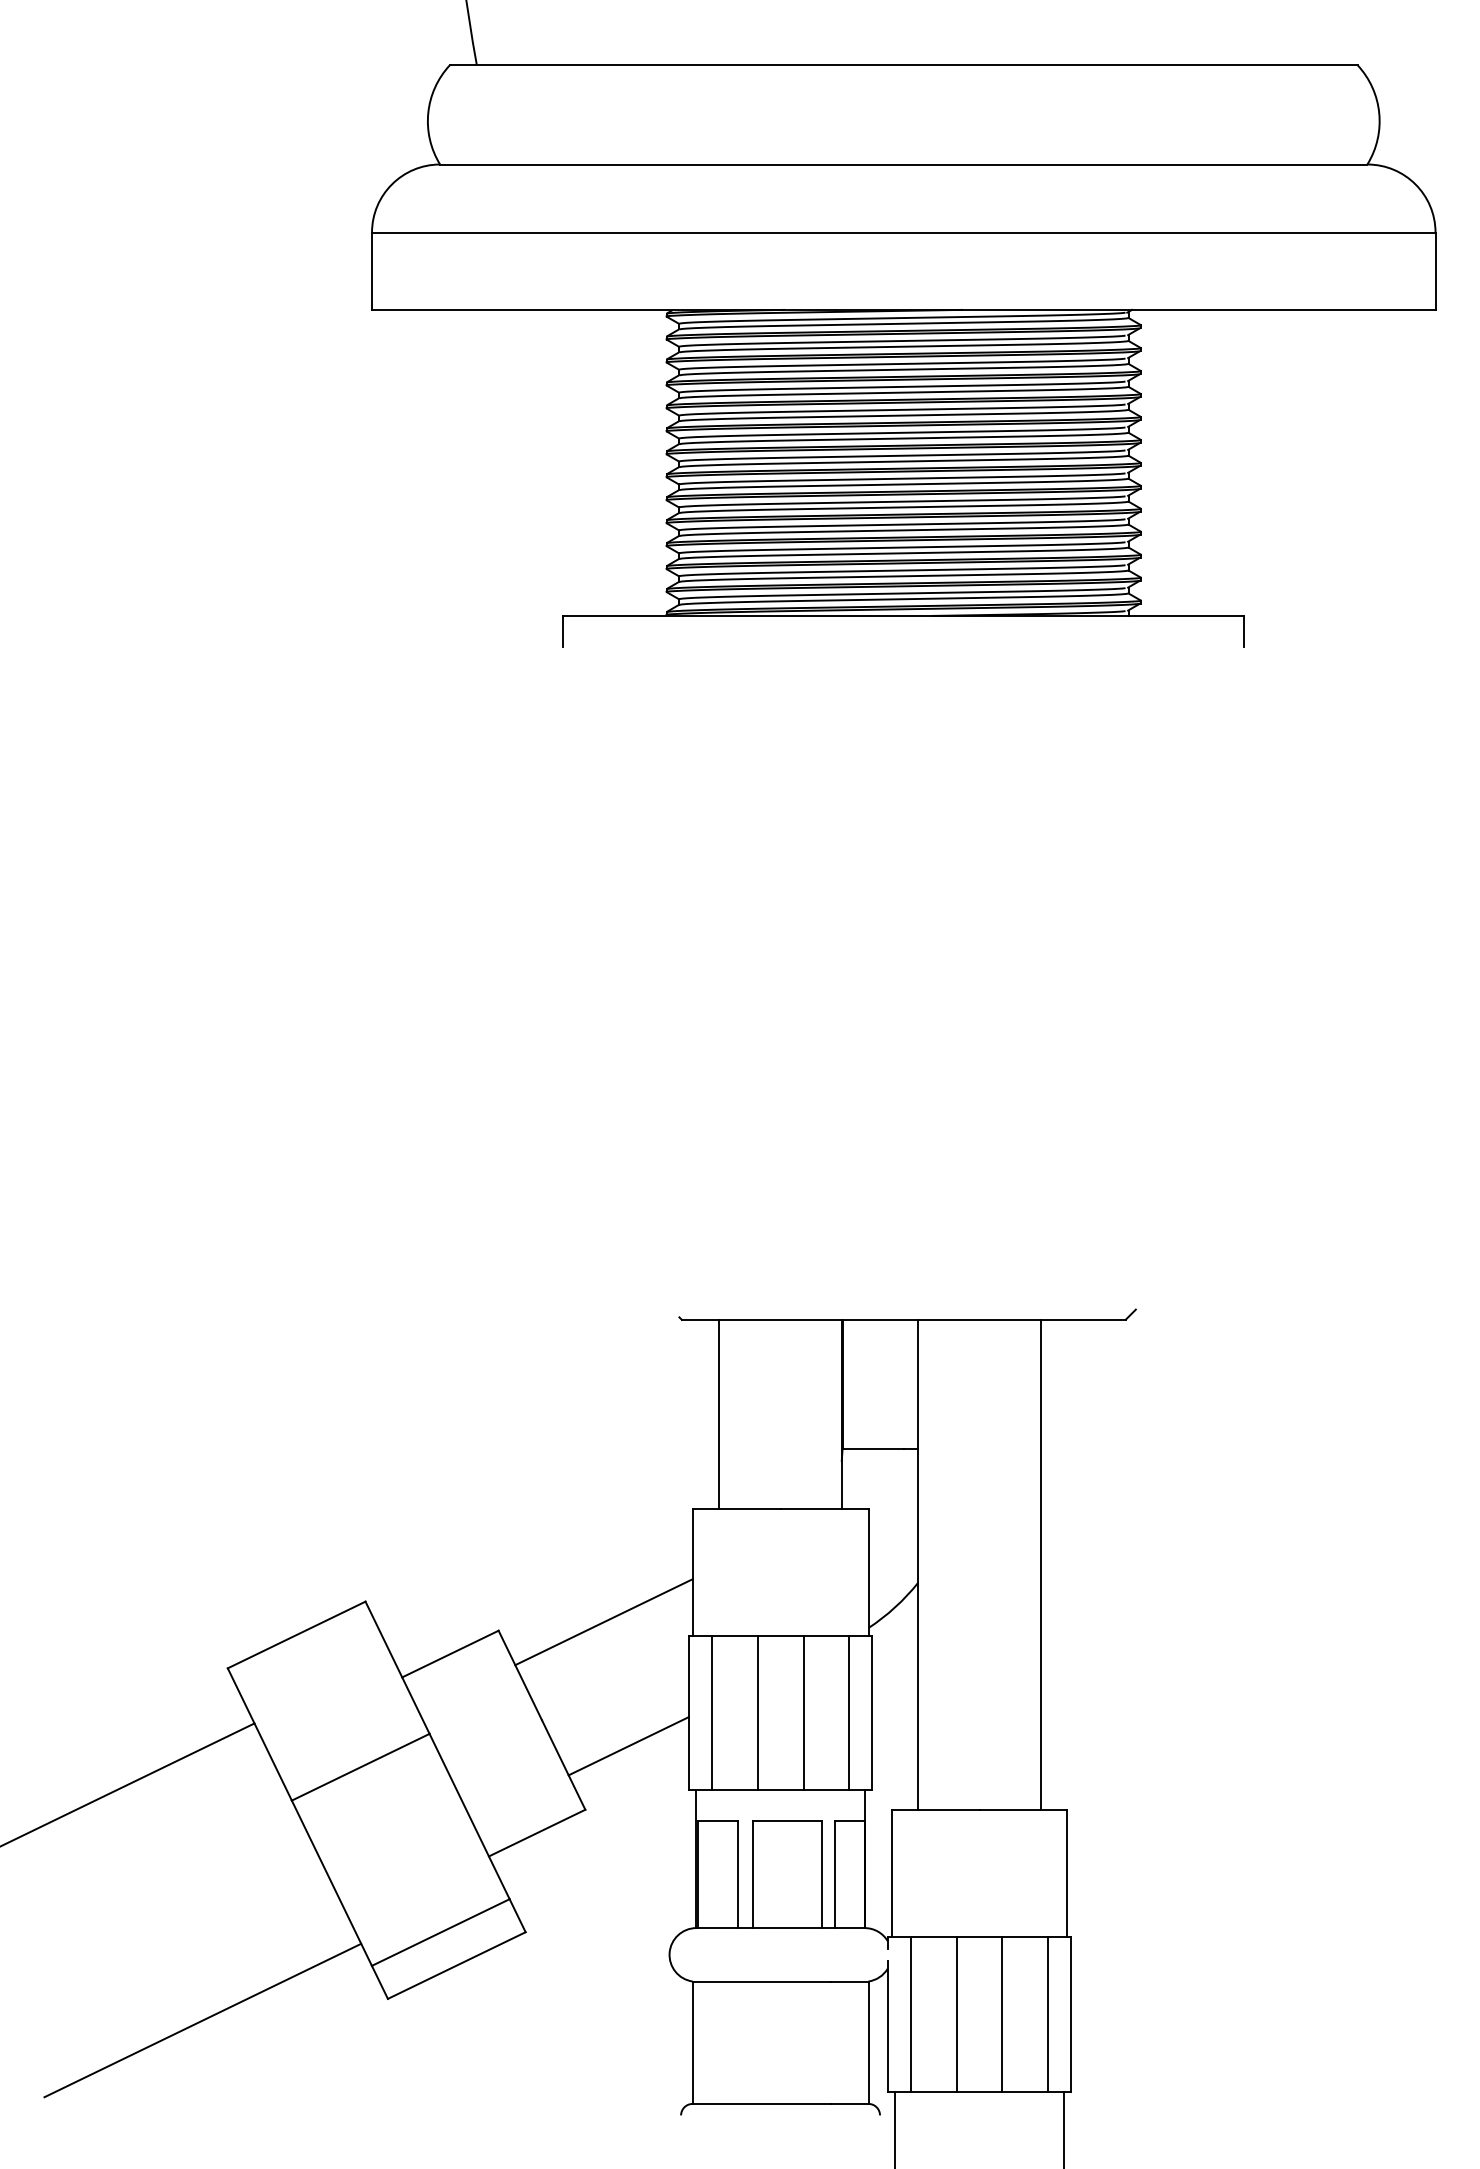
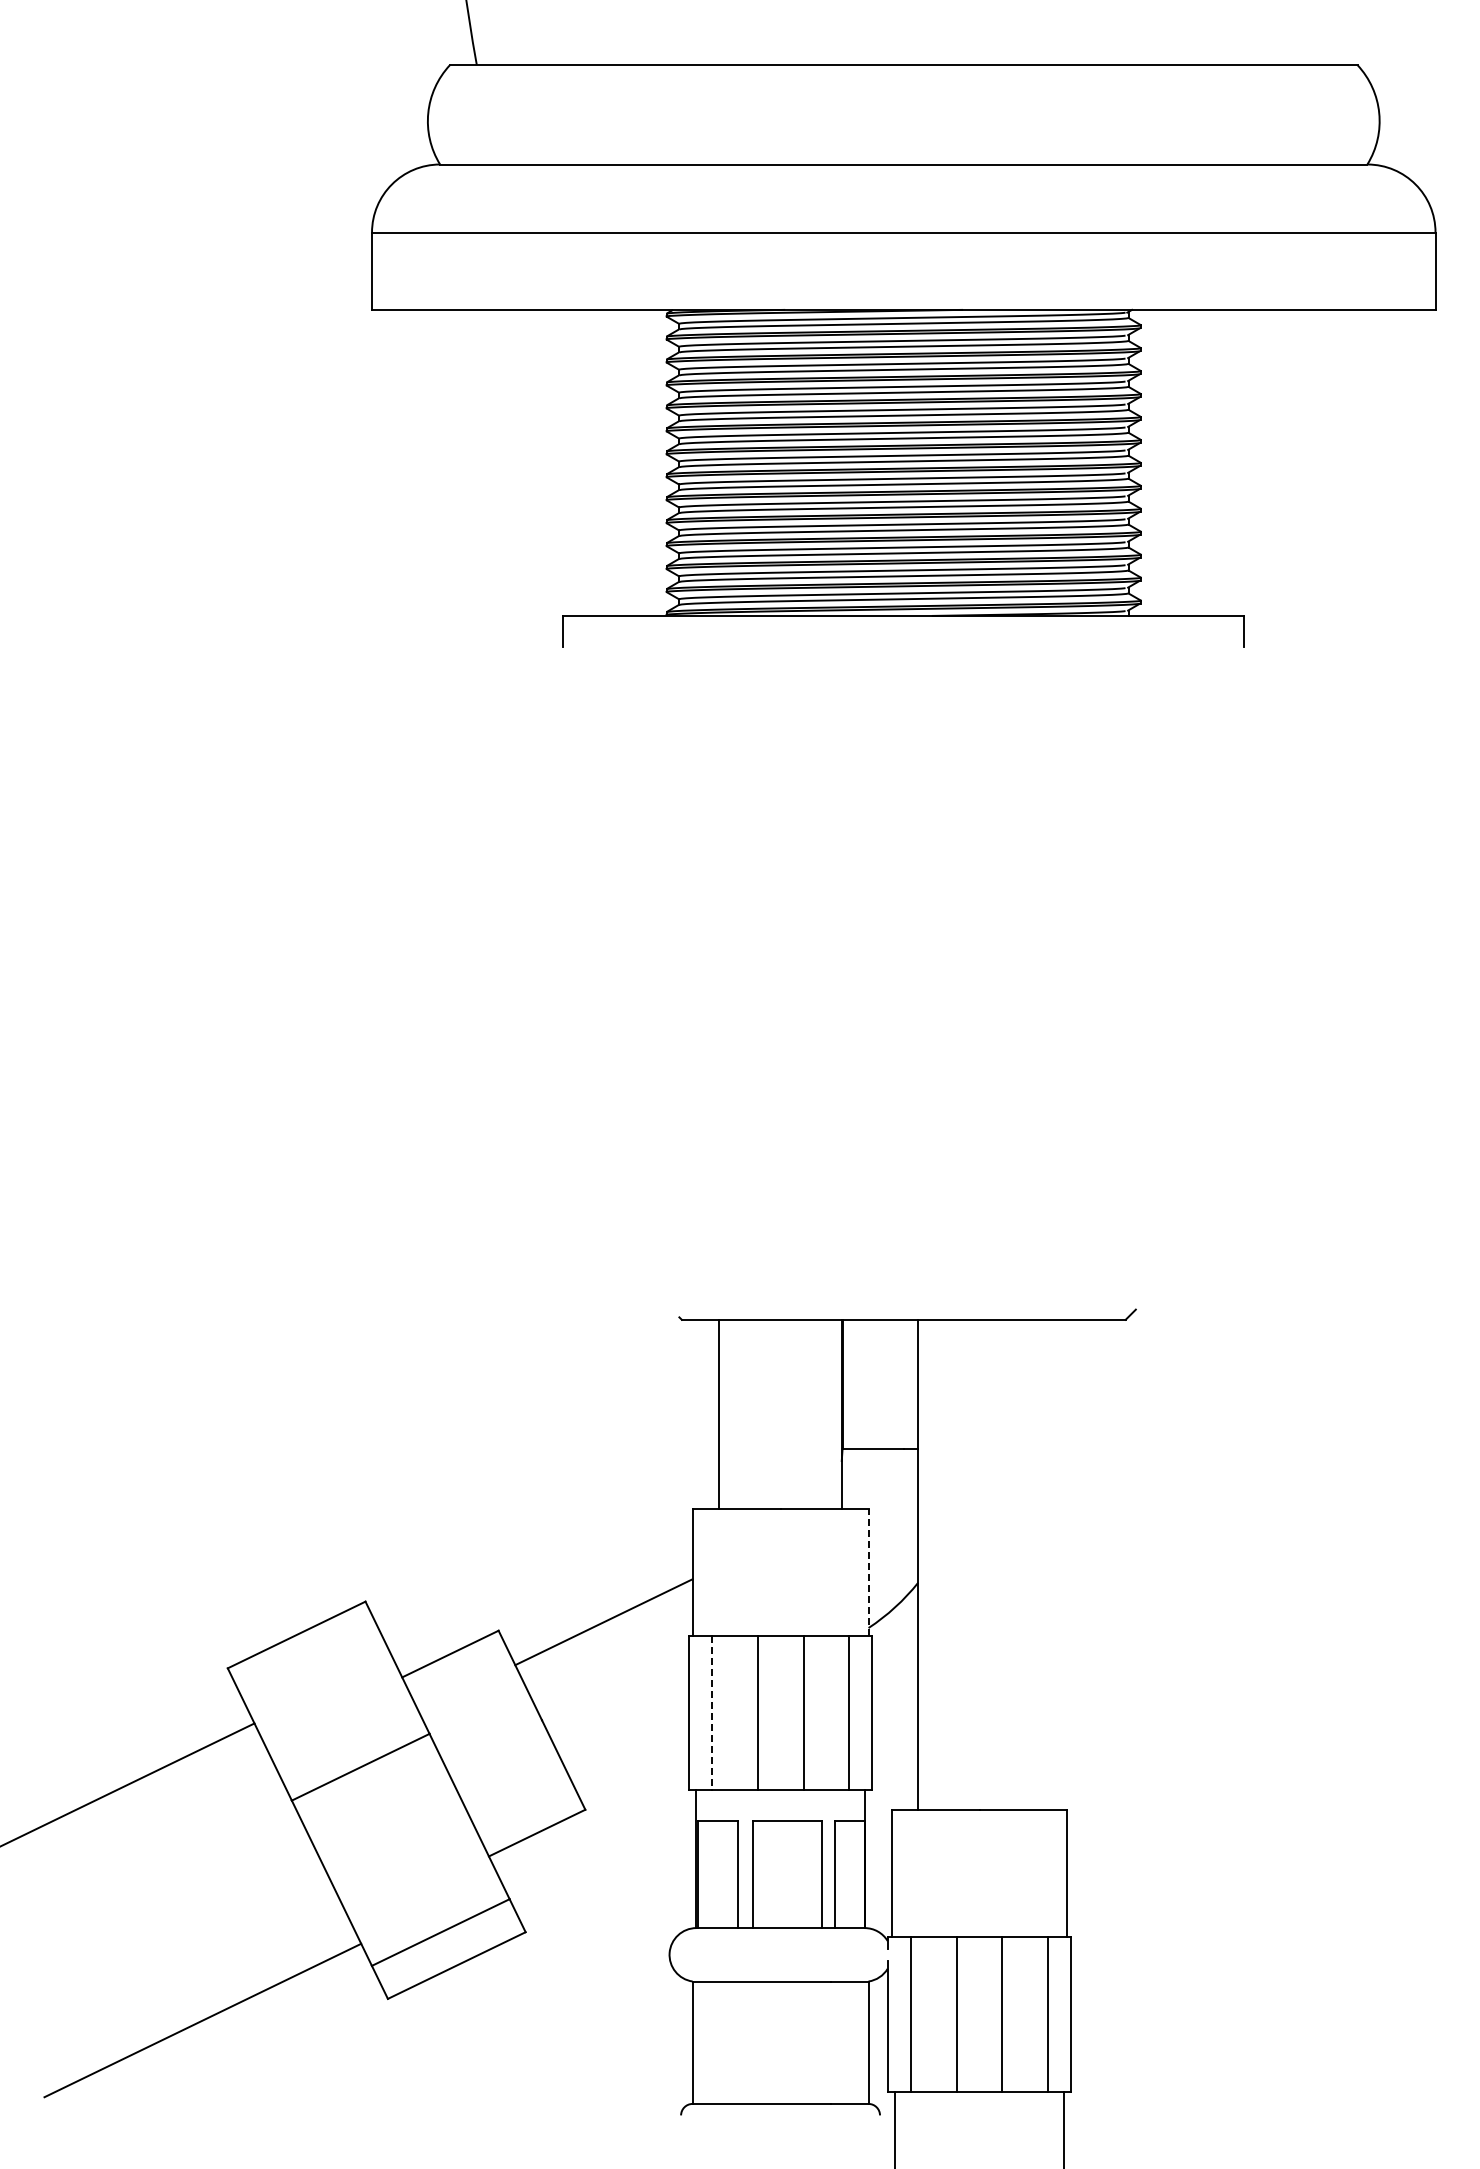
line at (1040, 1564): present -> none
line at (868, 1572): solid -> dashed
line at (711, 1713): solid -> dashed
line at (628, 1746): present -> none
